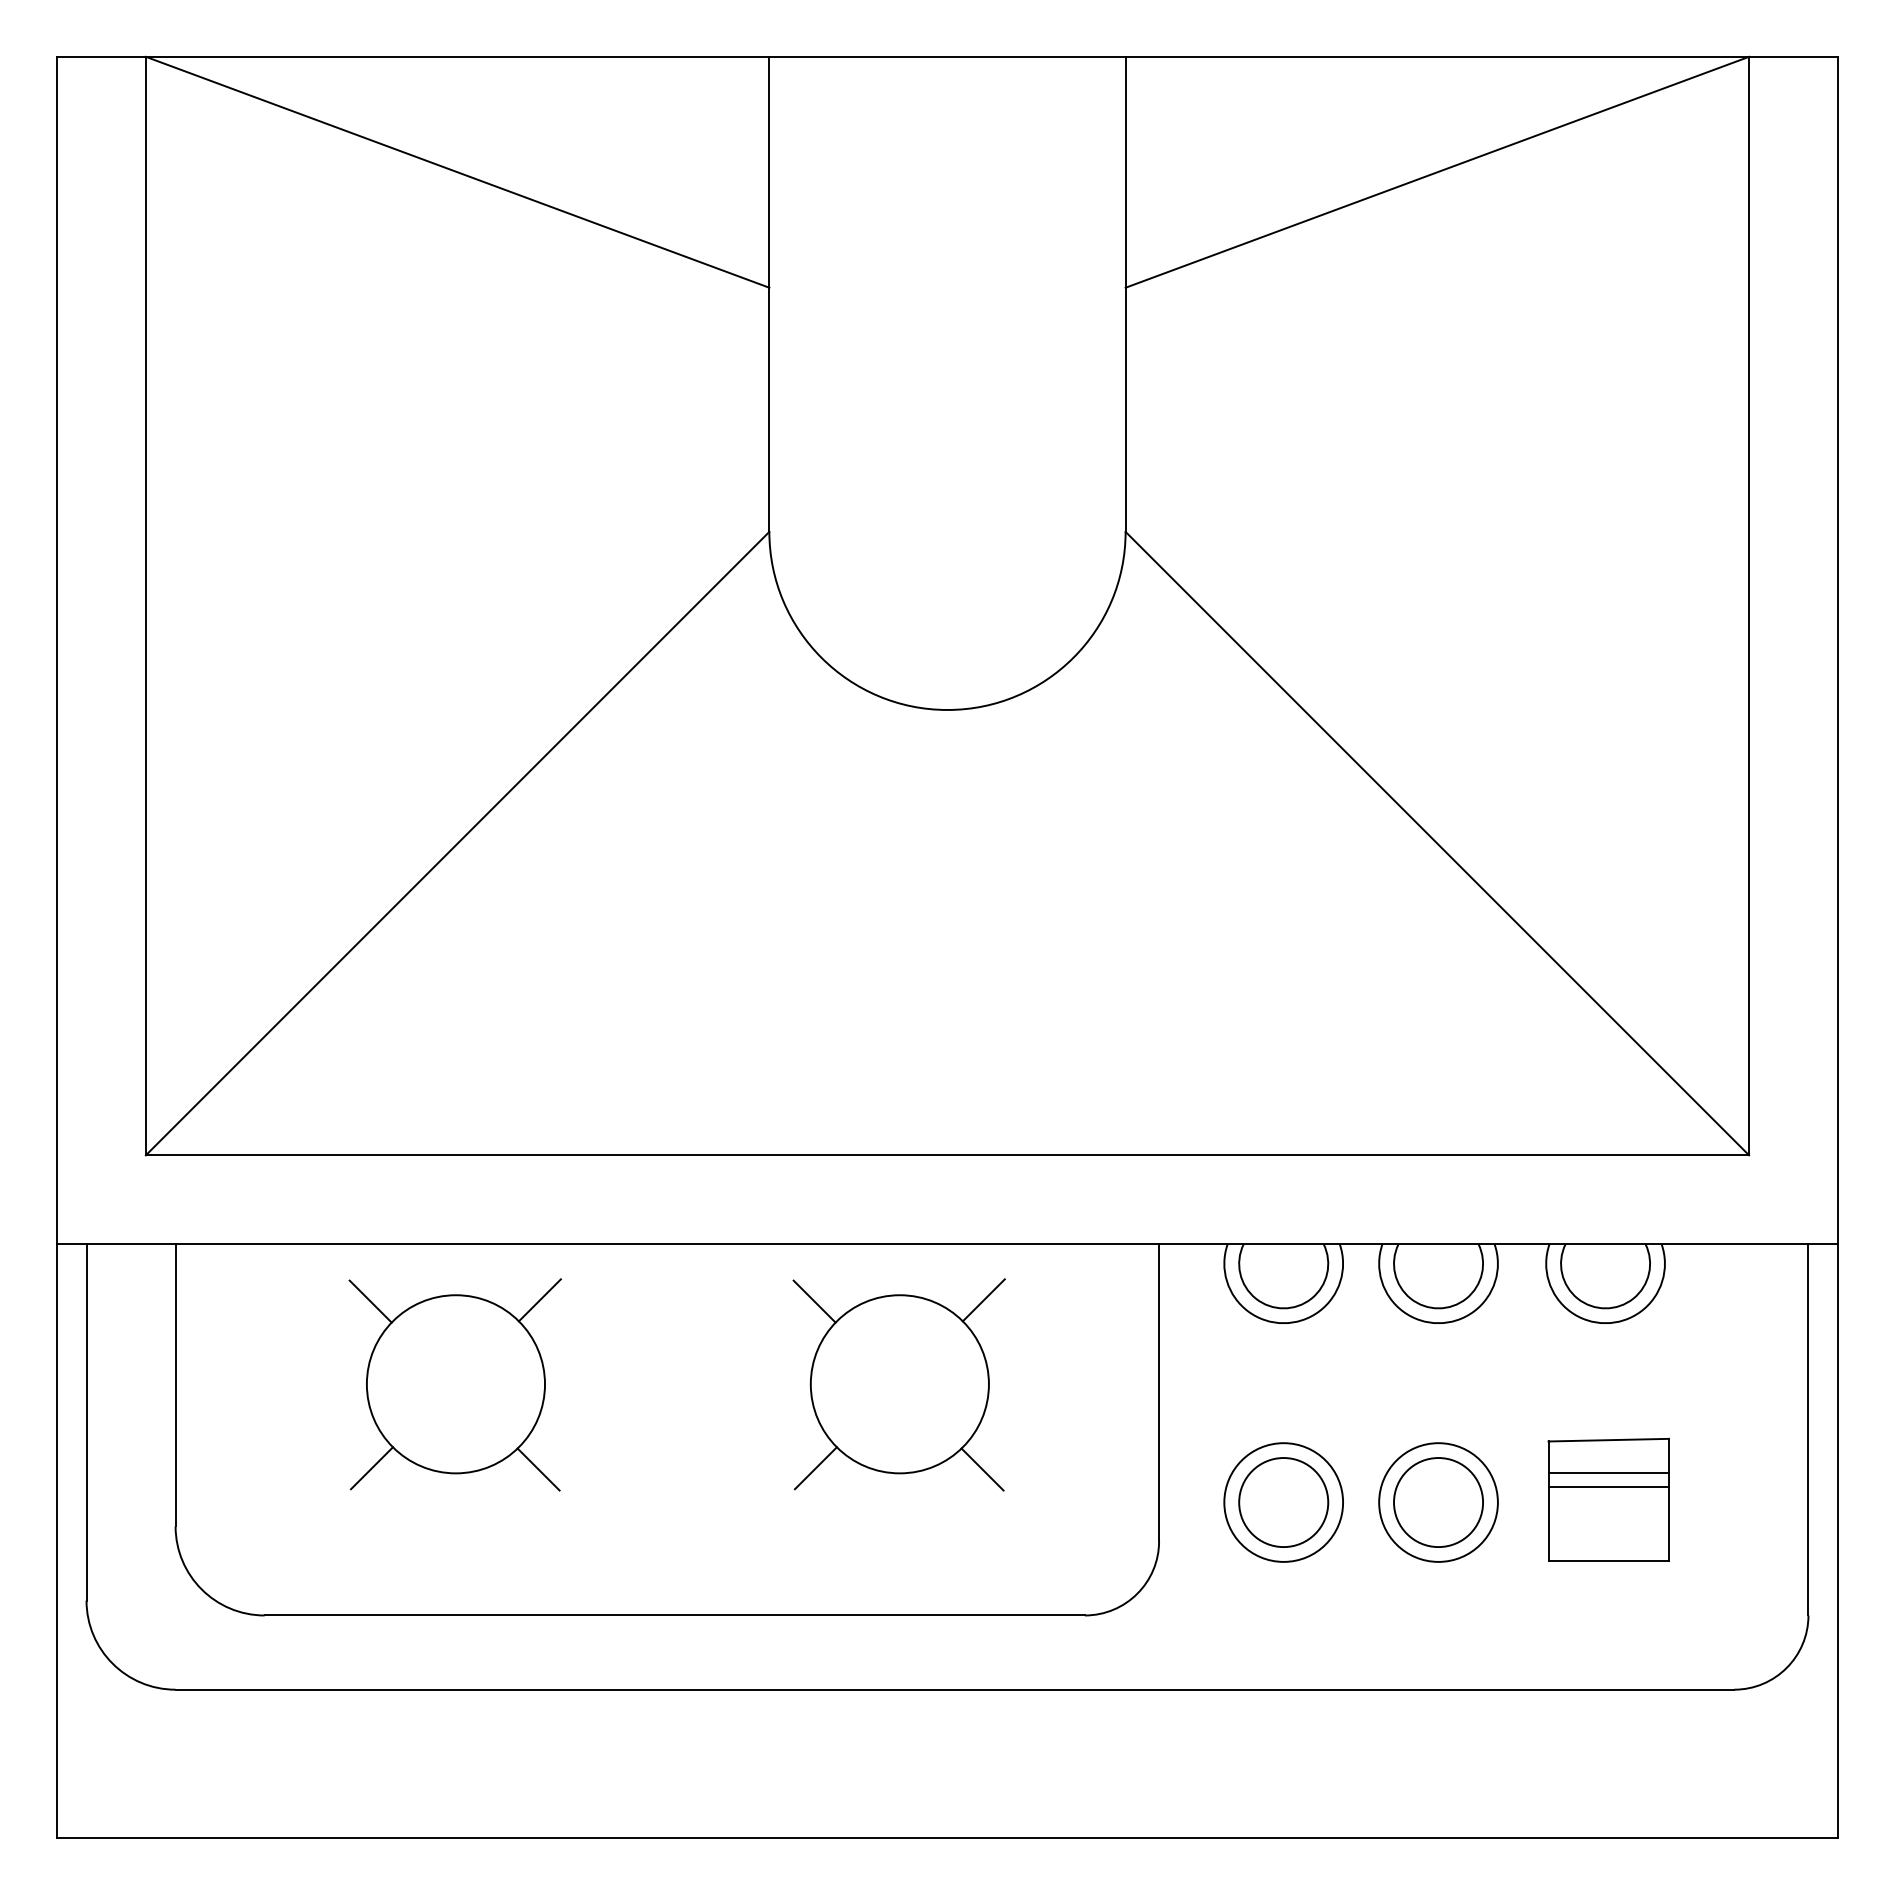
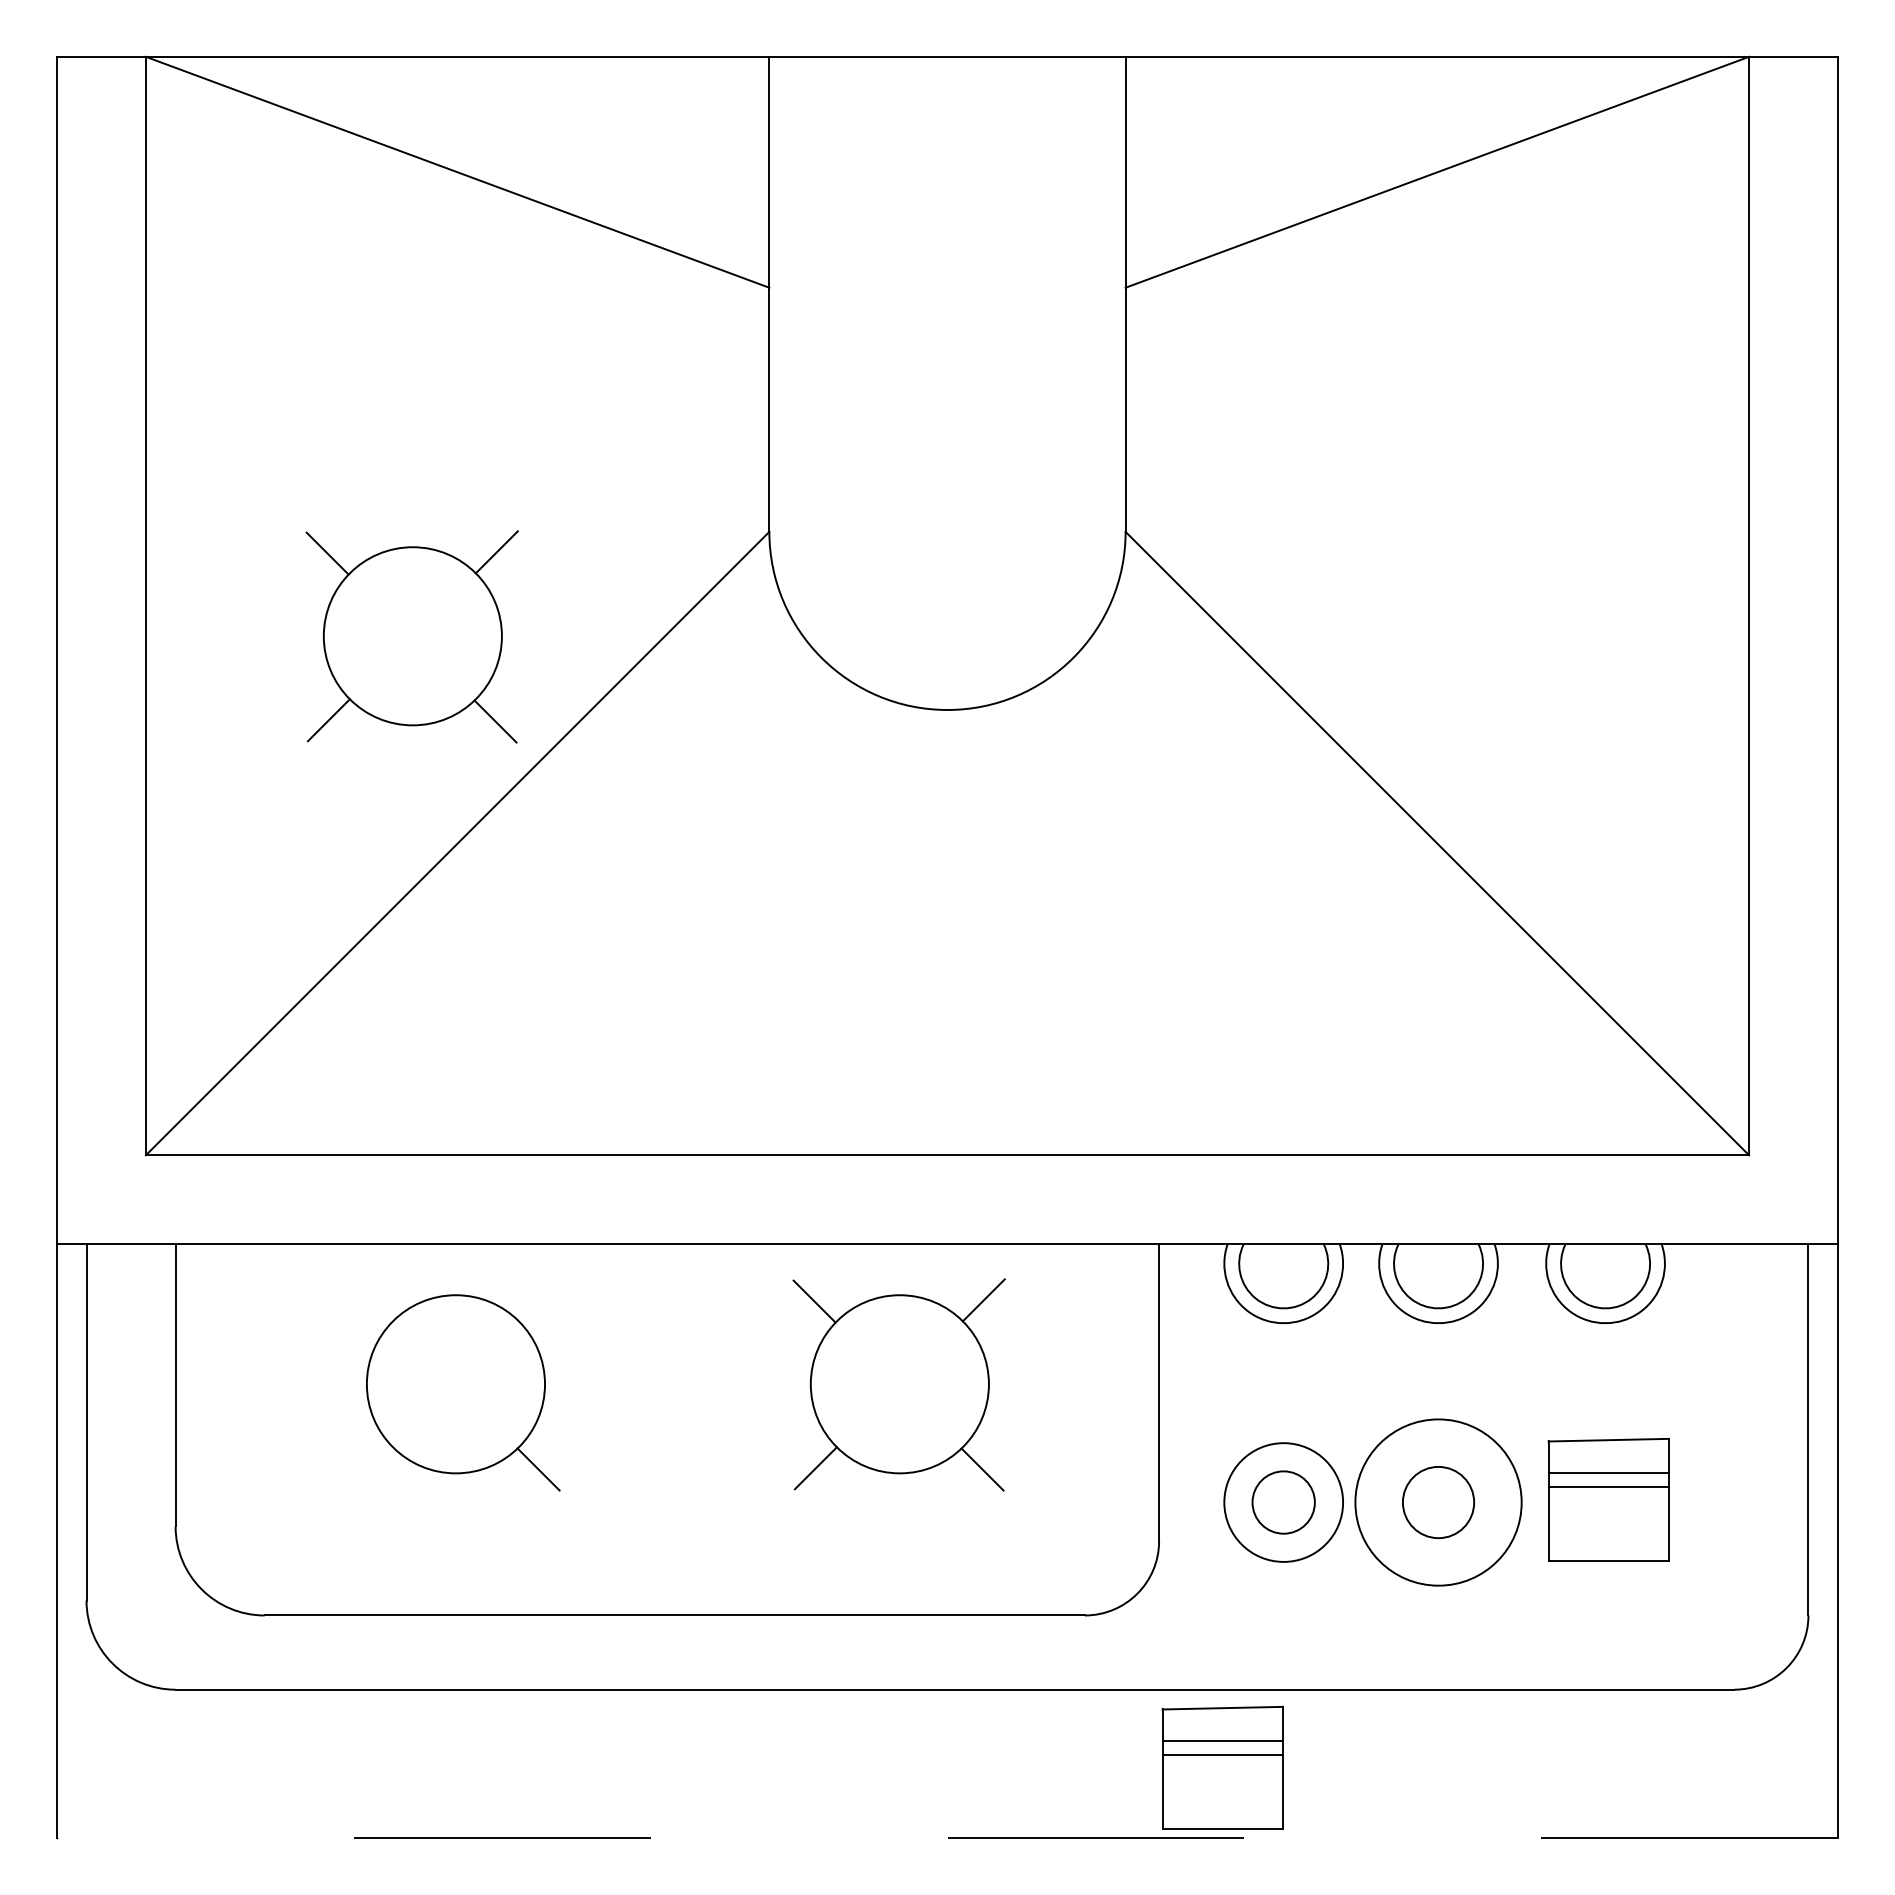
part at (411, 636): none -> present
line at (539, 1300): present -> none
line at (370, 1301): present -> none
line at (371, 1468): present -> none
circle at (1283, 1502) diameter: 89 px -> 62 px
circle at (1438, 1502) diameter: 119 px -> 166 px
circle at (1438, 1502) diameter: 89 px -> 71 px
part at (1222, 1767): none -> present
line at (947, 1838): solid -> dashed
